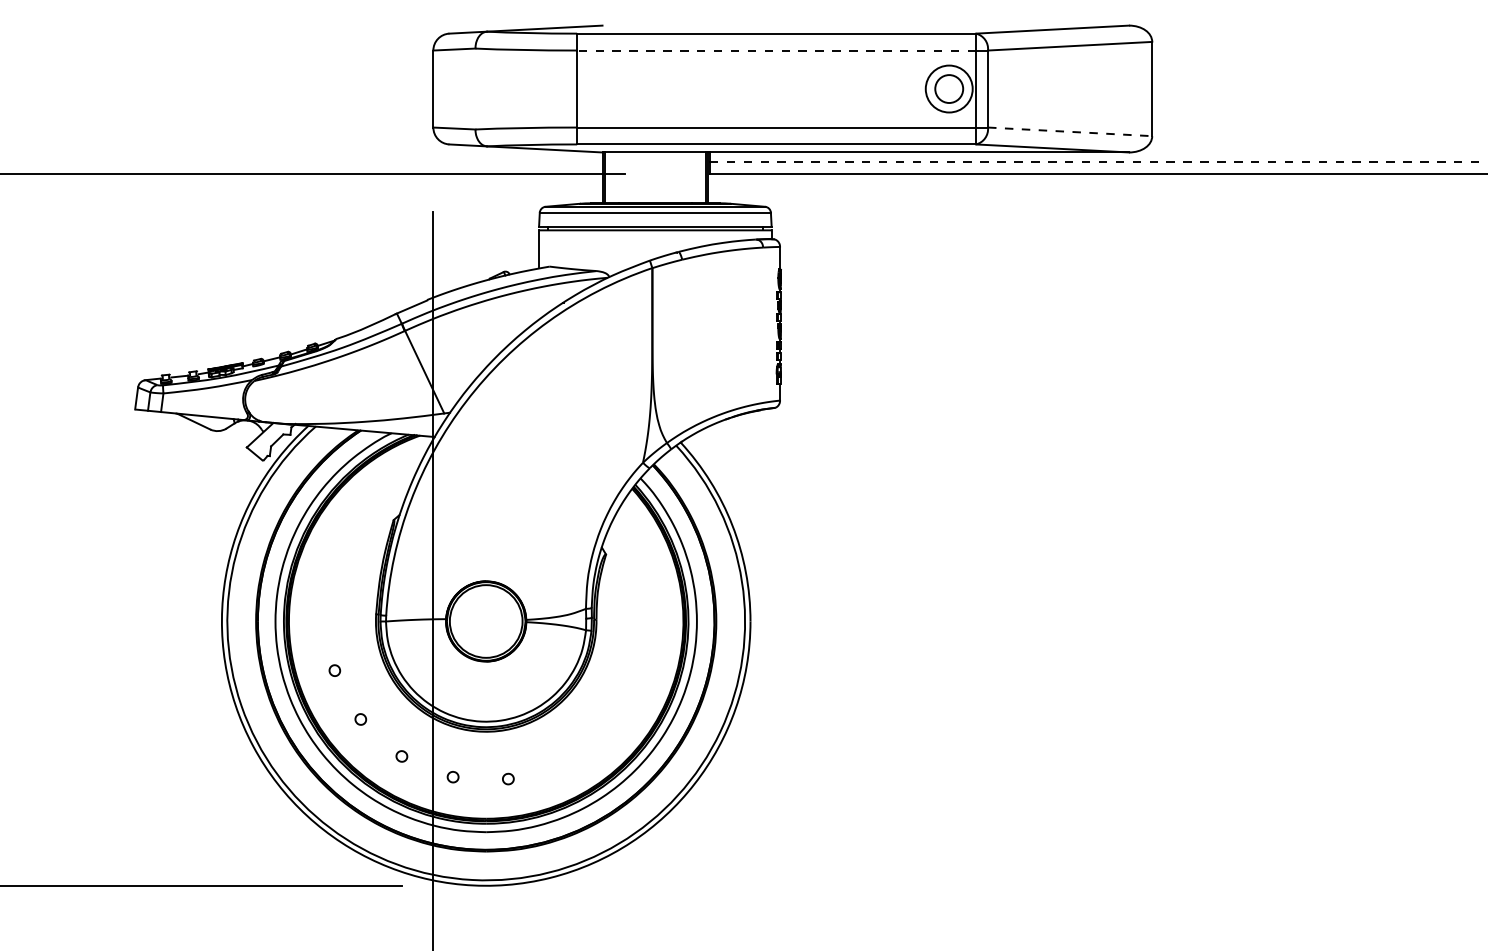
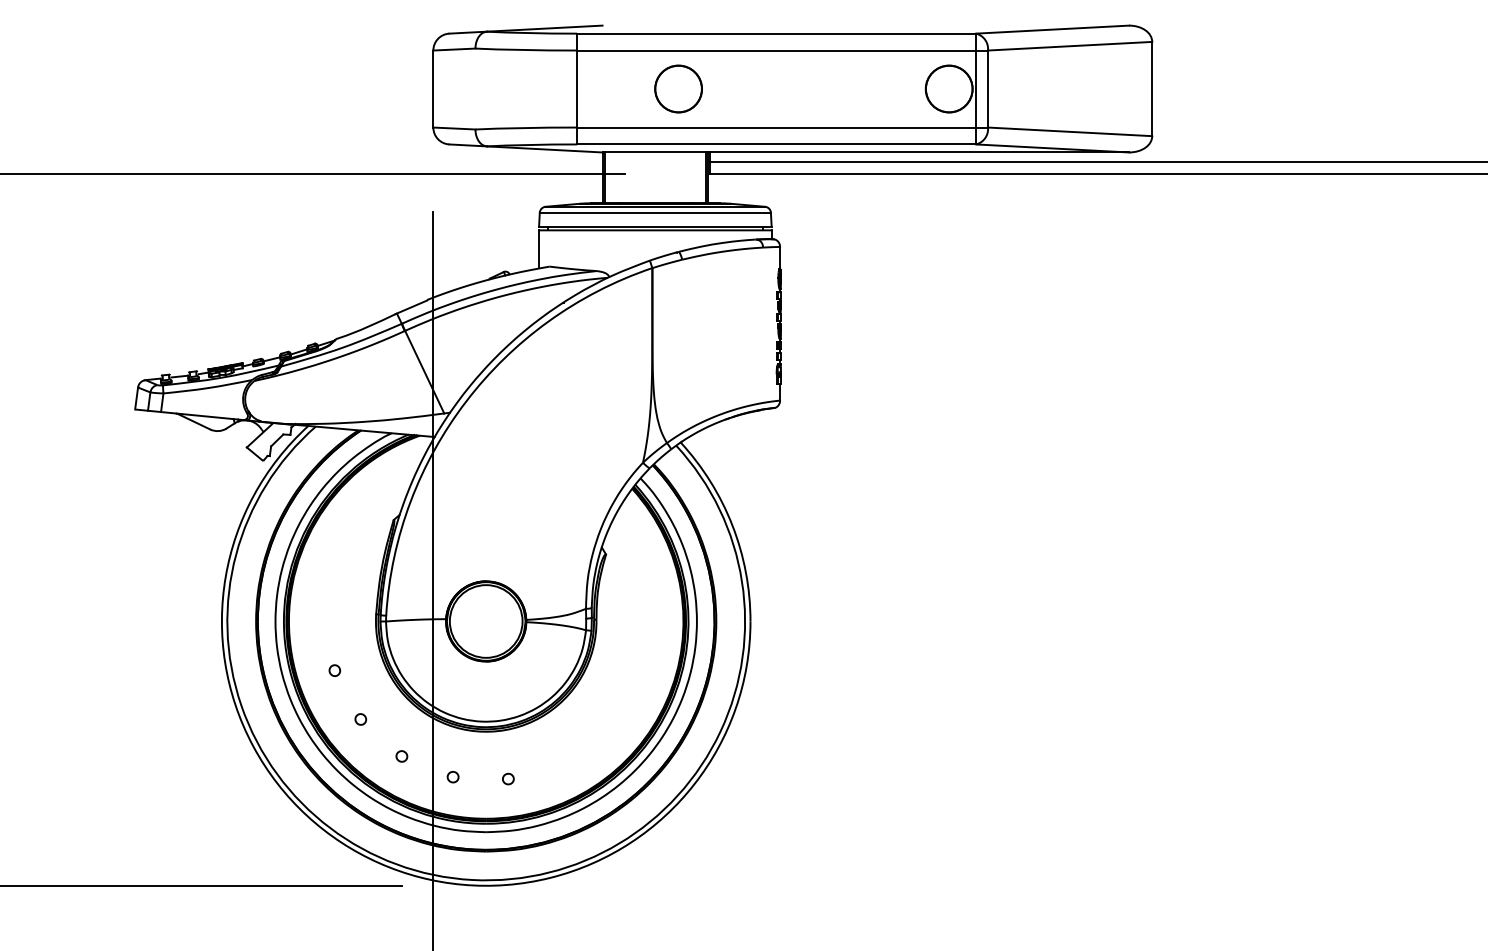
line at (776, 50): dashed -> solid
part at (678, 88): none -> present
circle at (949, 89) diameter: 28 px -> 47 px
line at (1070, 131): dashed -> solid
line at (1098, 161): dashed -> solid
